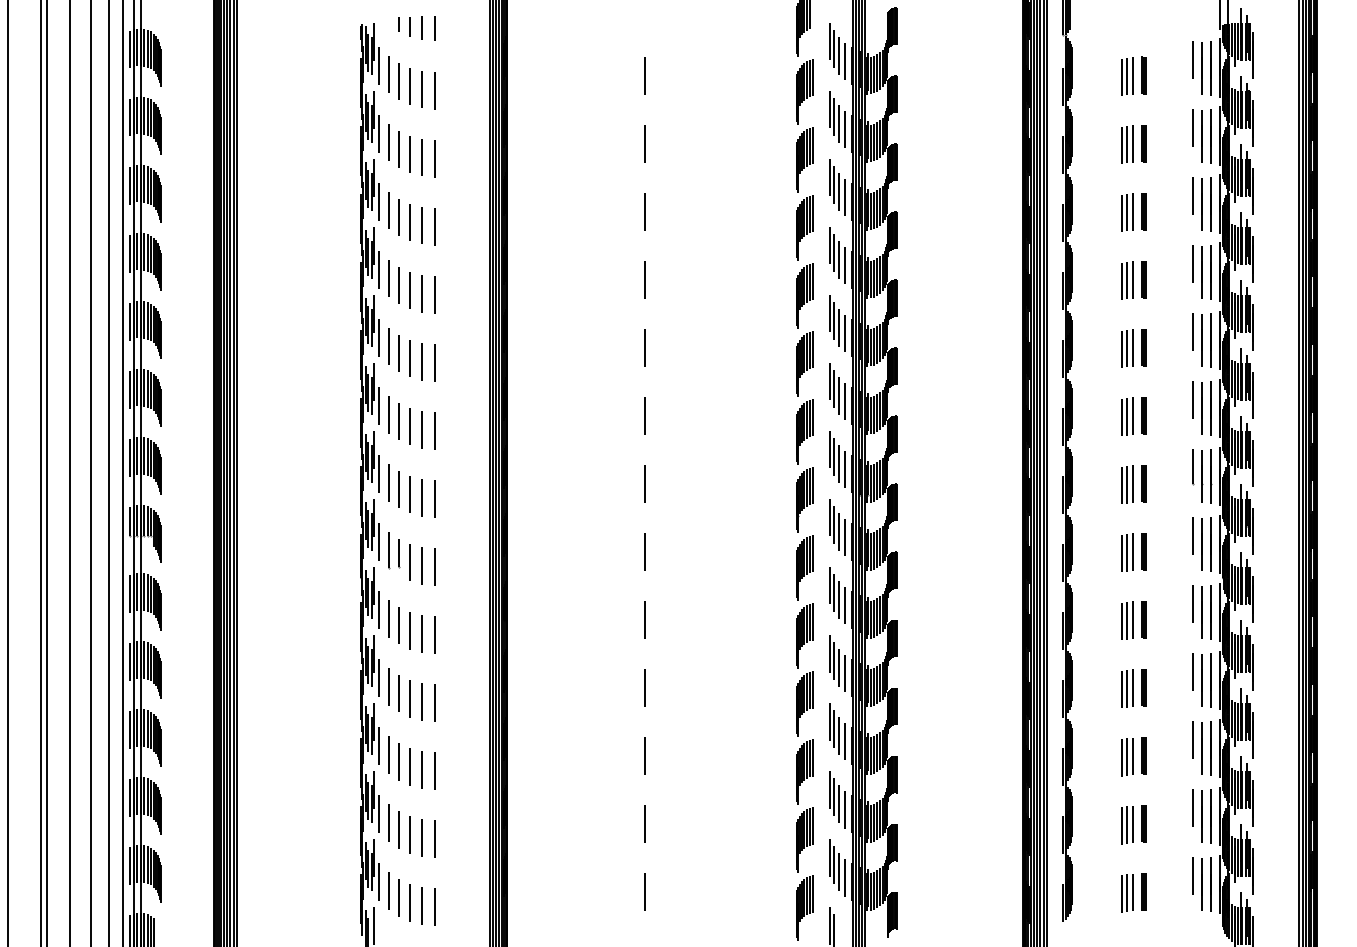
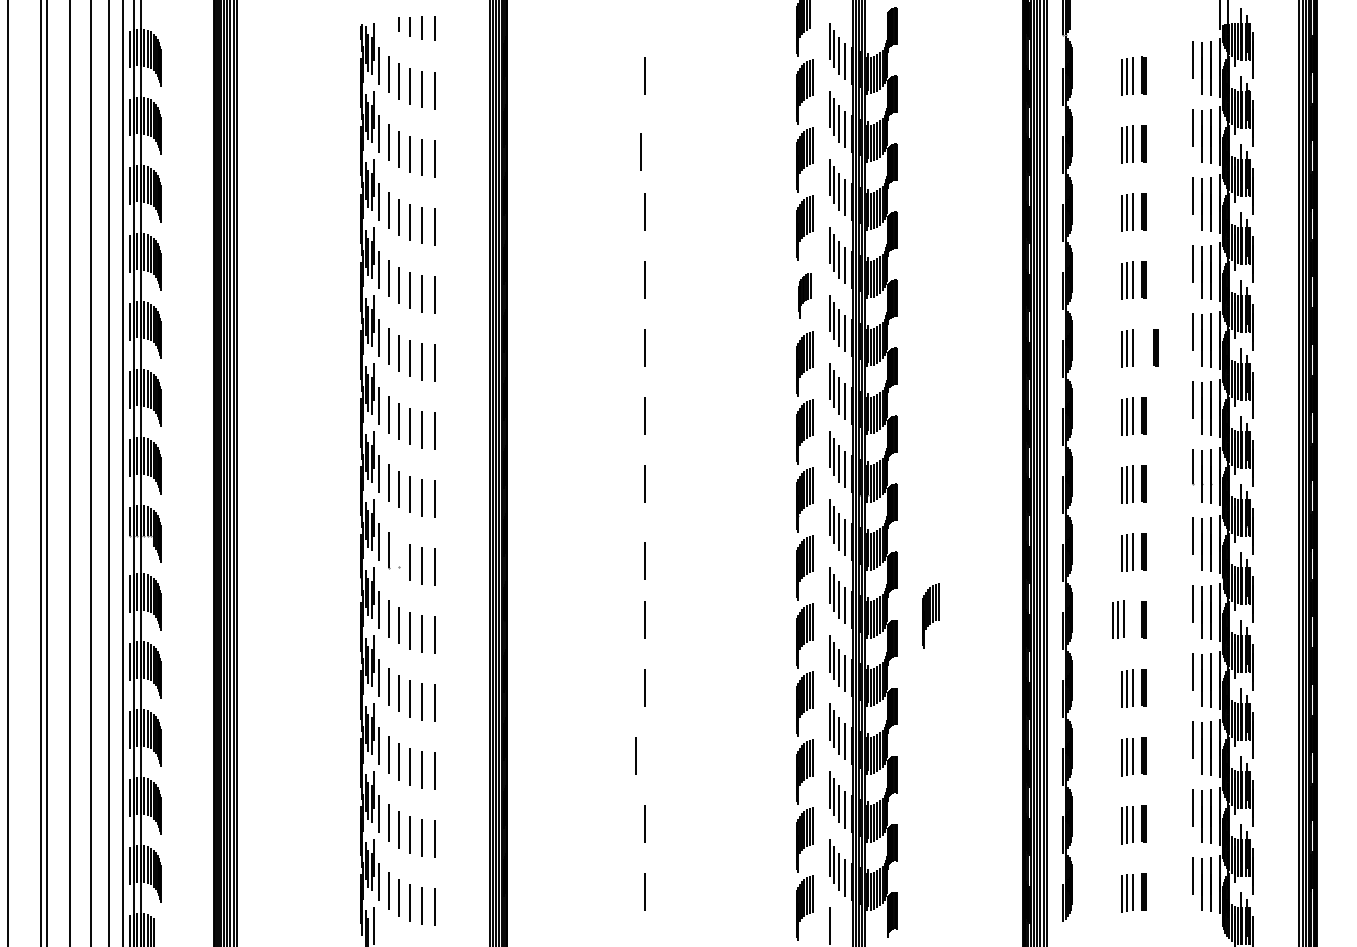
line at (644, 143) position: (644, 143) -> (640, 151)
part at (804, 295) size: 18x66 px -> 14x46 px
part at (1143, 347) position: (1143, 347) -> (1155, 347)
line at (644, 551) position: (644, 551) -> (644, 560)
line at (398, 552): present -> none
part at (930, 615): none -> present
part at (1127, 620) position: (1127, 620) -> (1118, 619)
line at (644, 755) position: (644, 755) -> (635, 755)
line at (833, 928): present -> none
